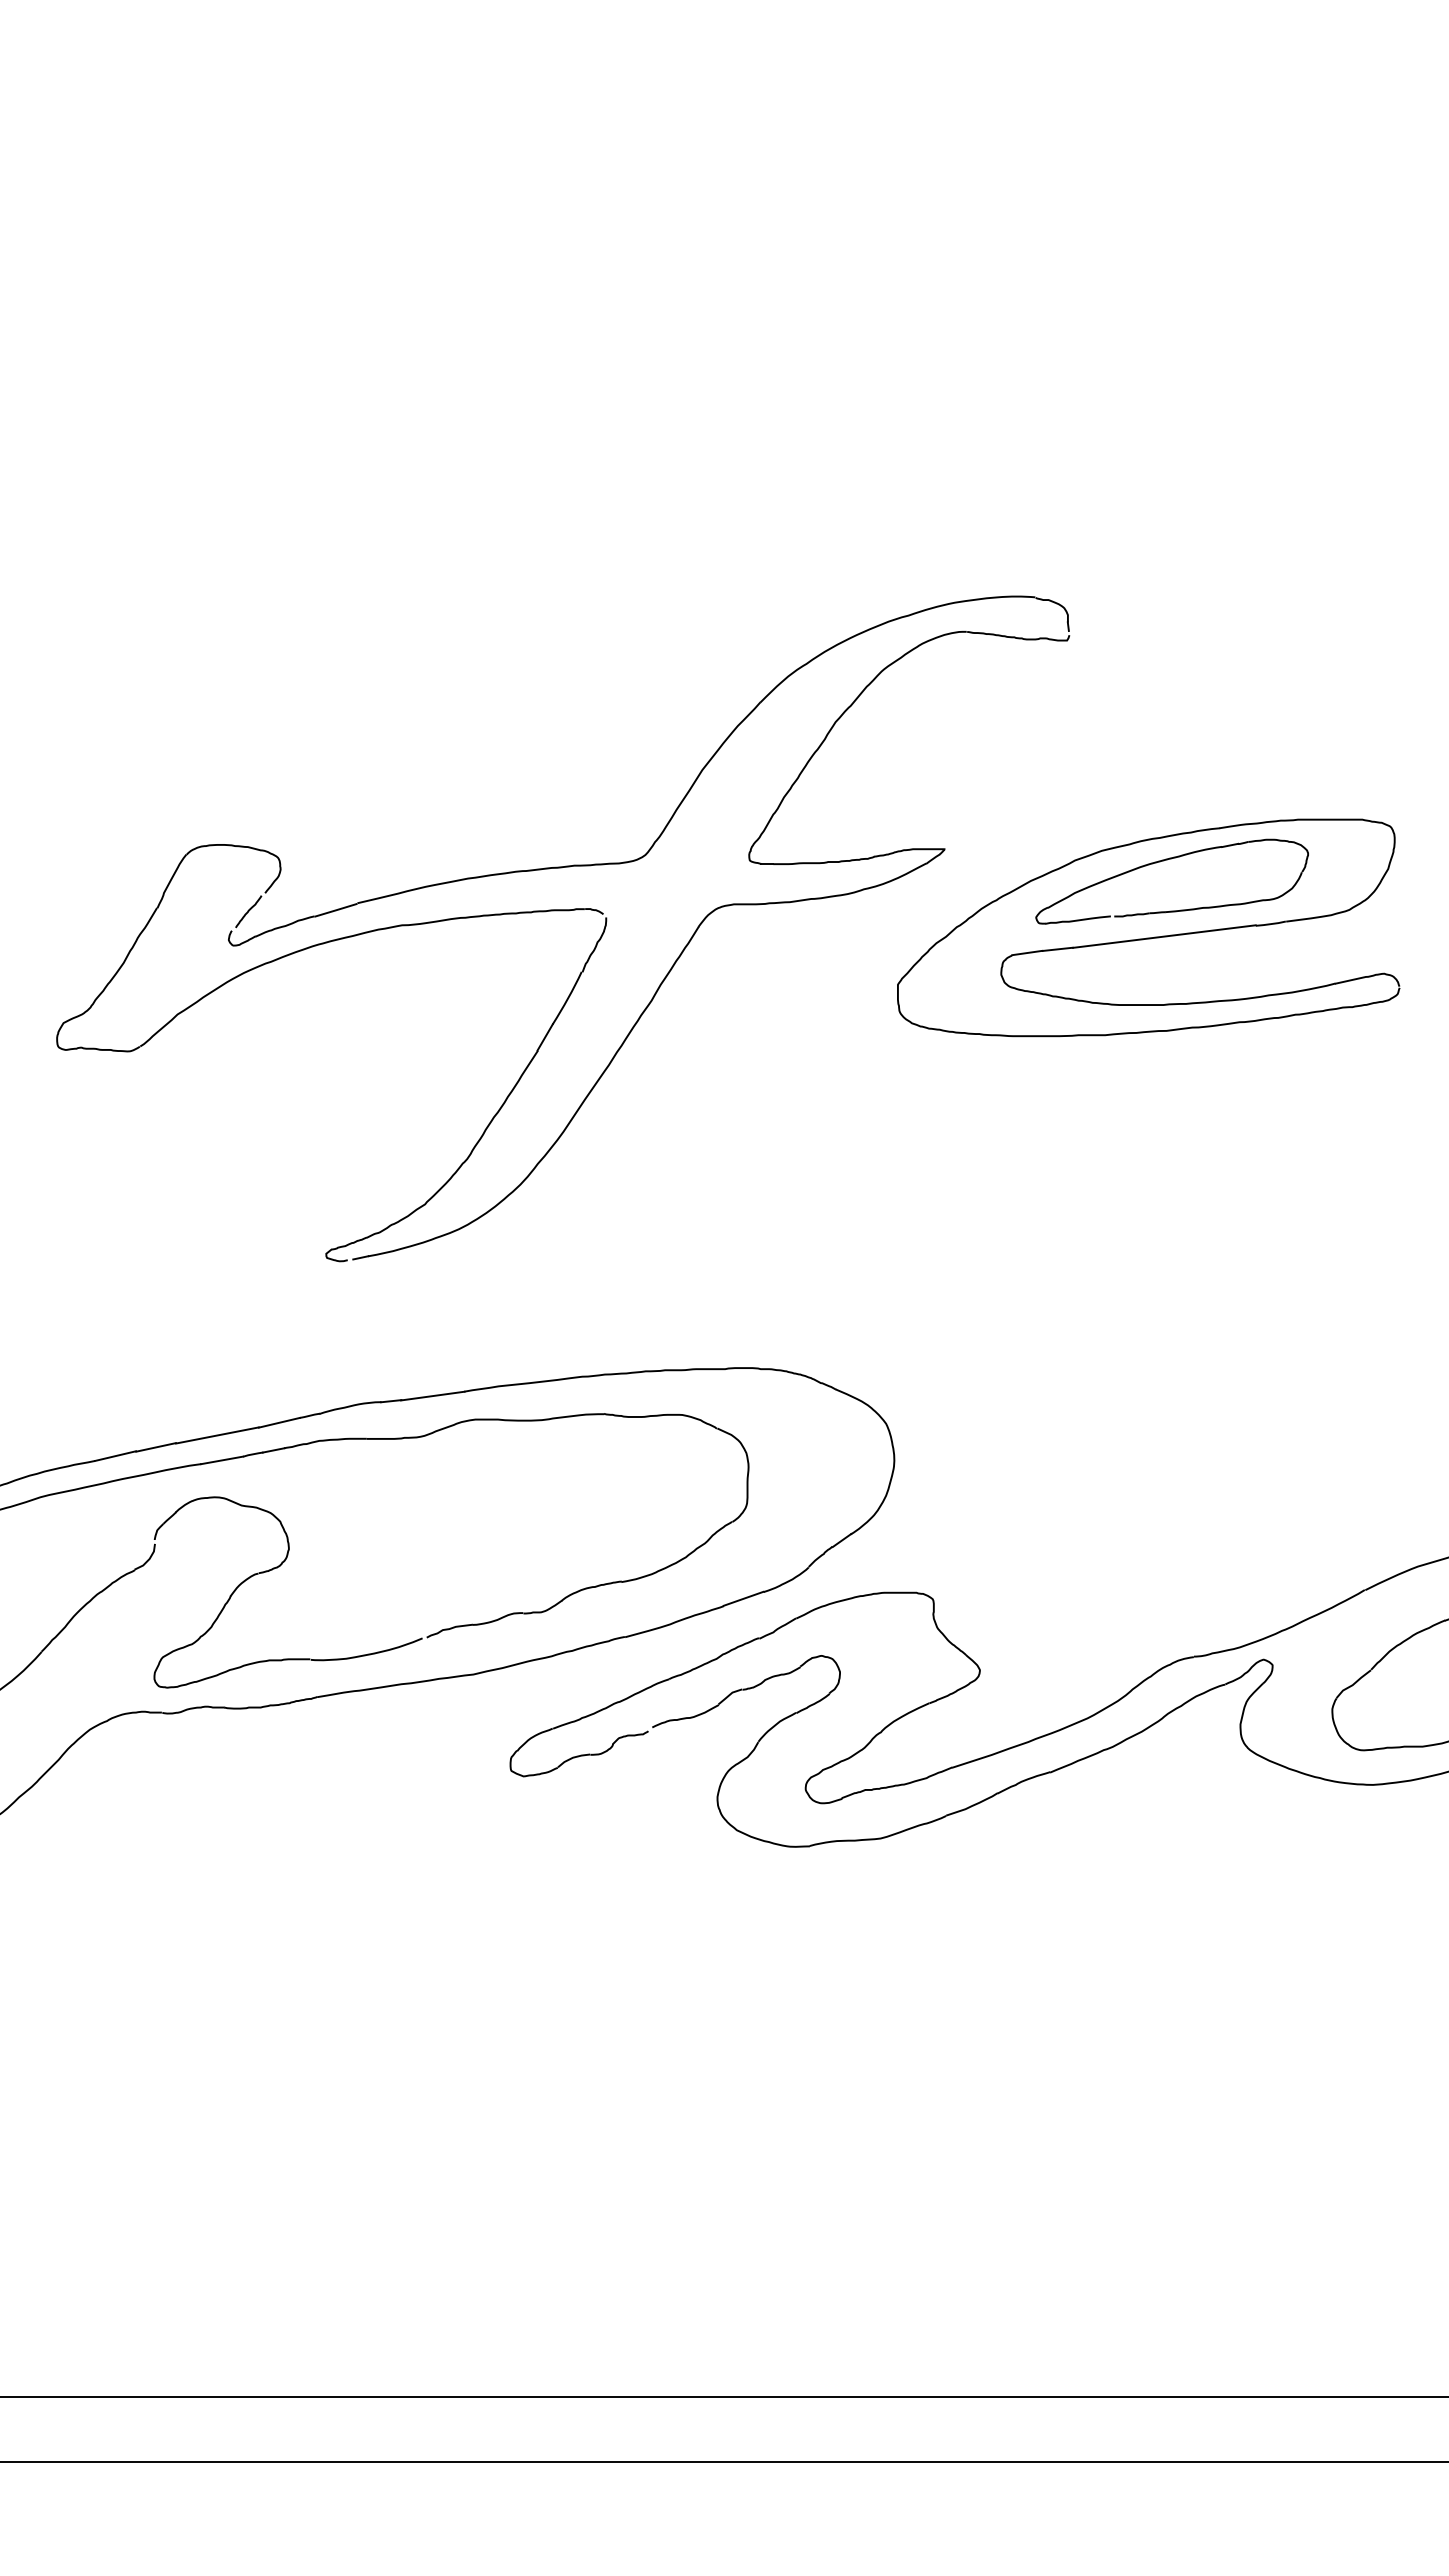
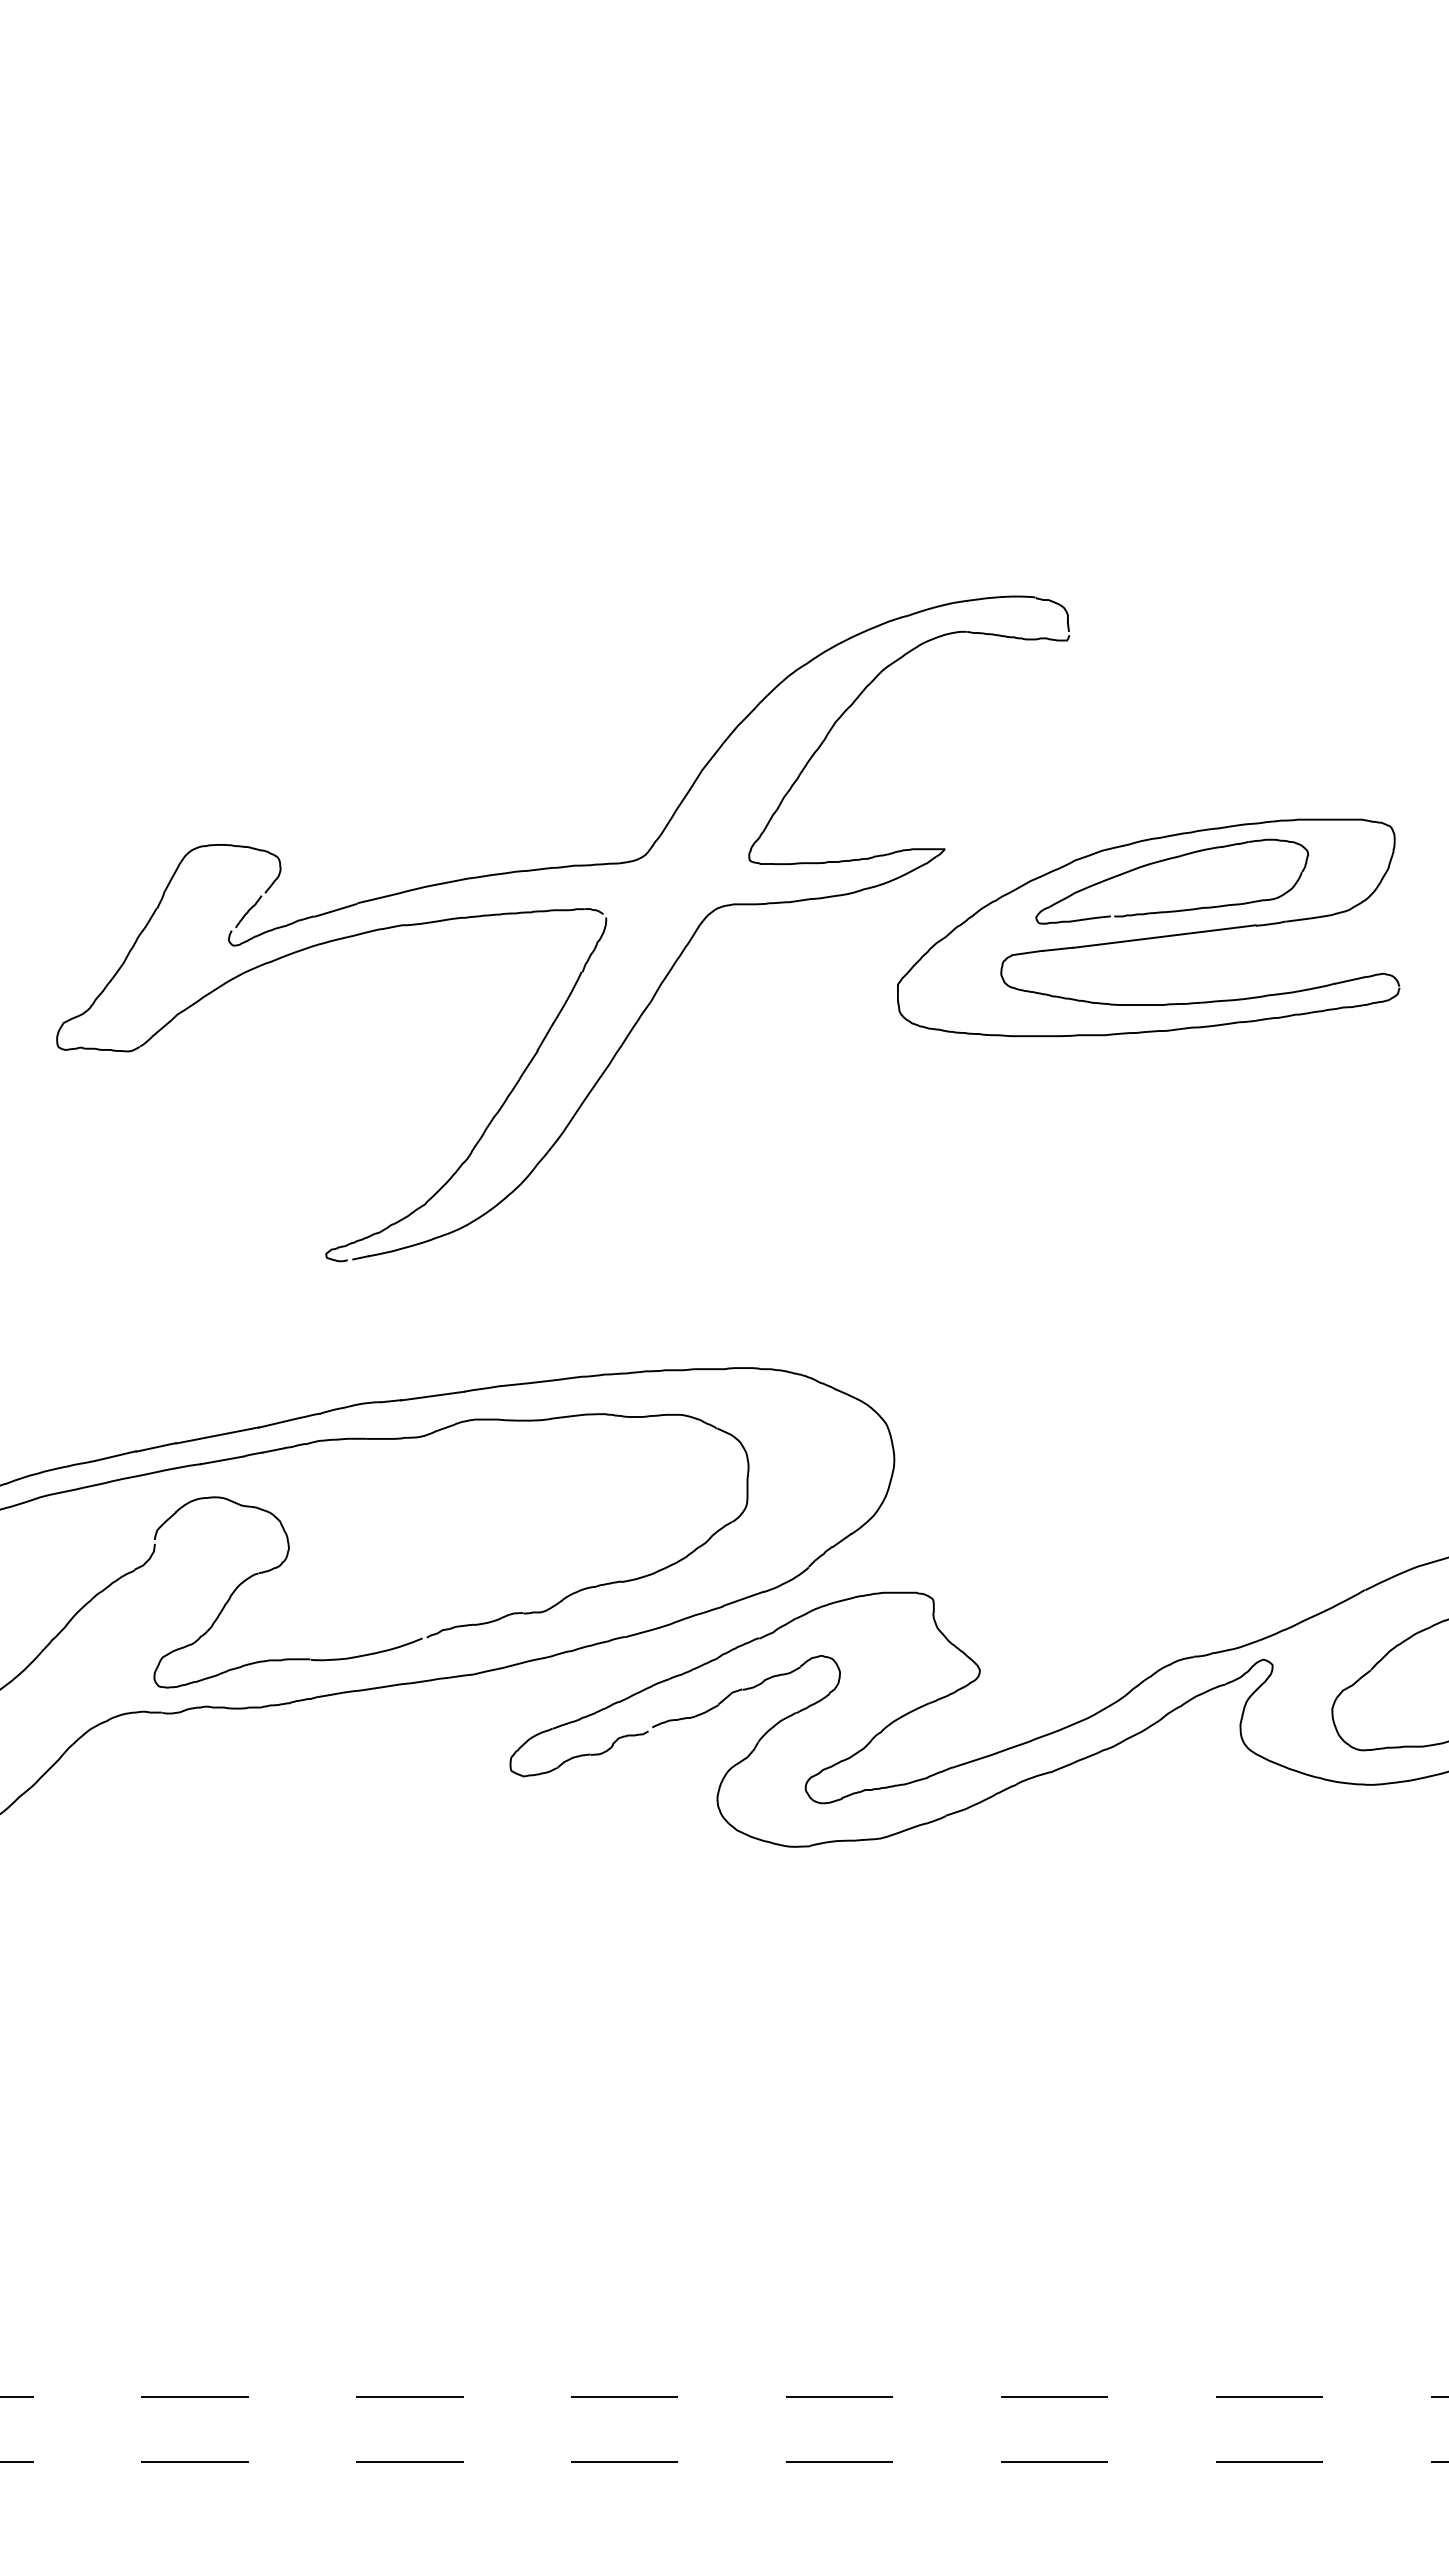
line at (724, 2396): solid -> dashed
line at (724, 2462): solid -> dashed
